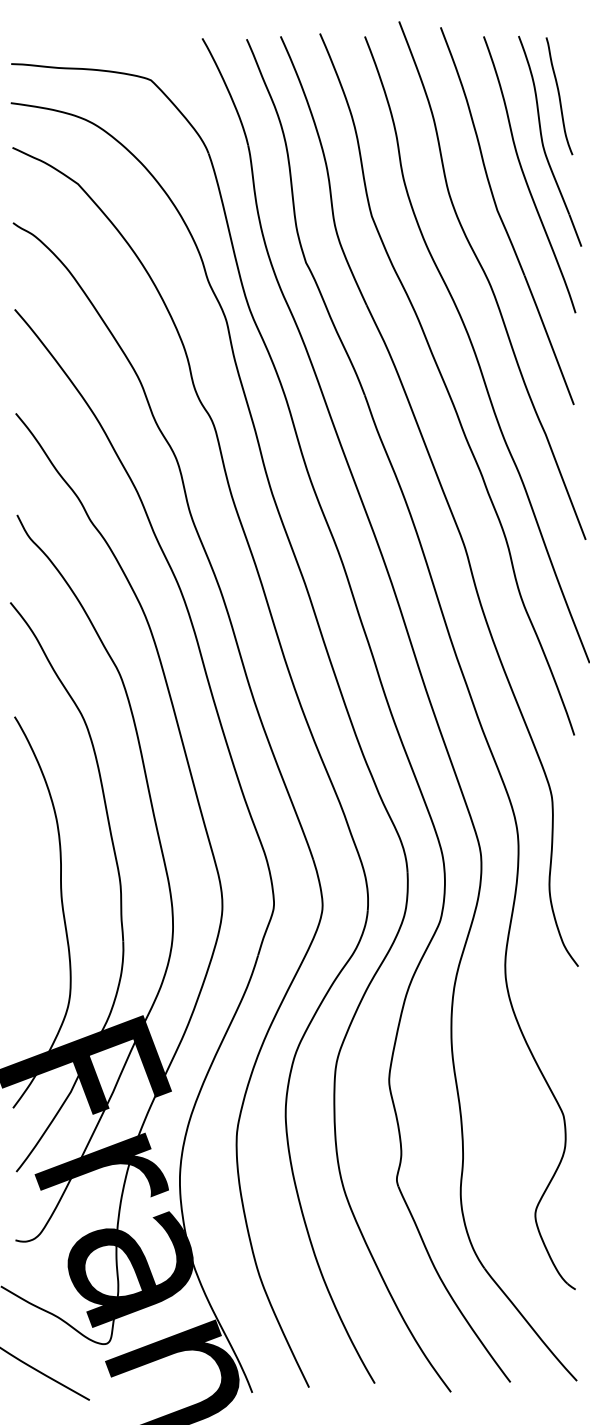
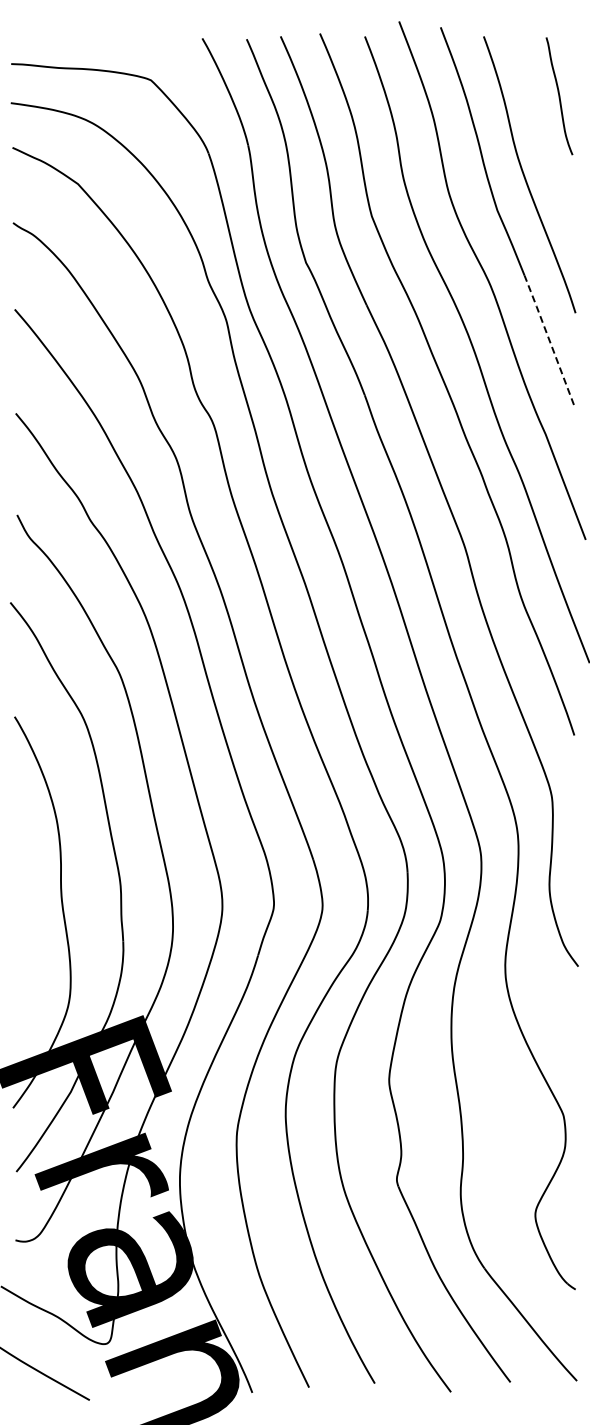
part at (543, 141): present -> none
line at (549, 340): solid -> dashed
